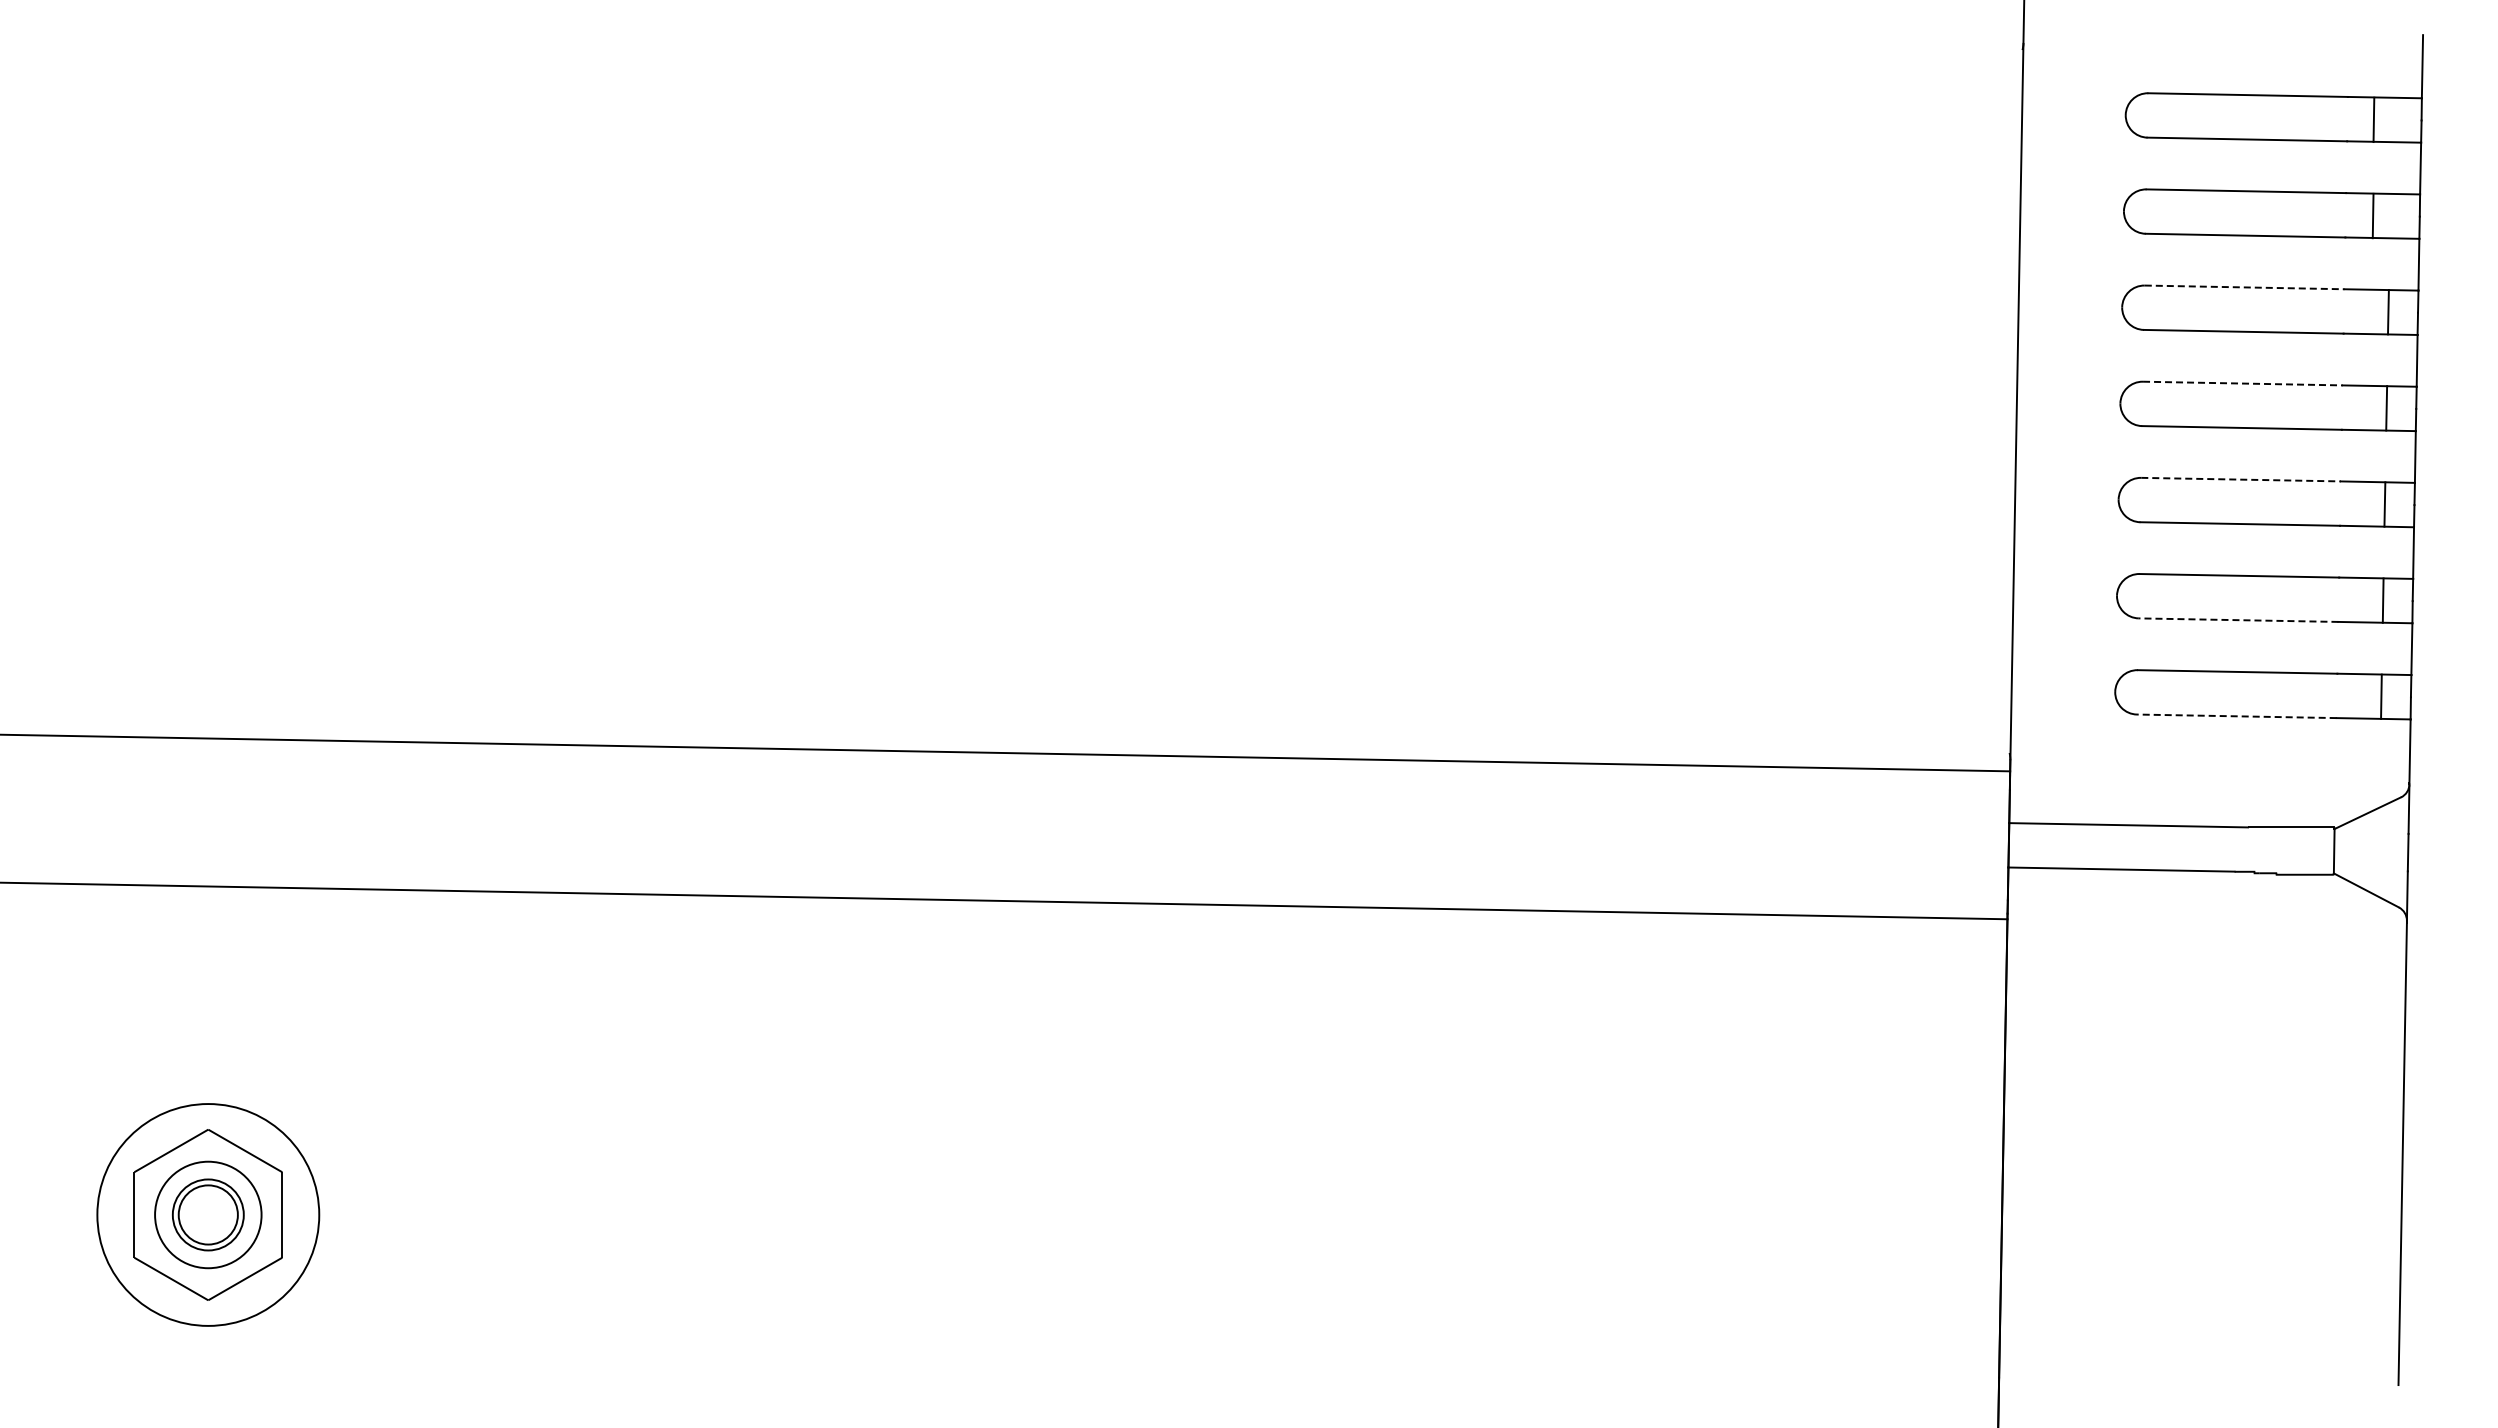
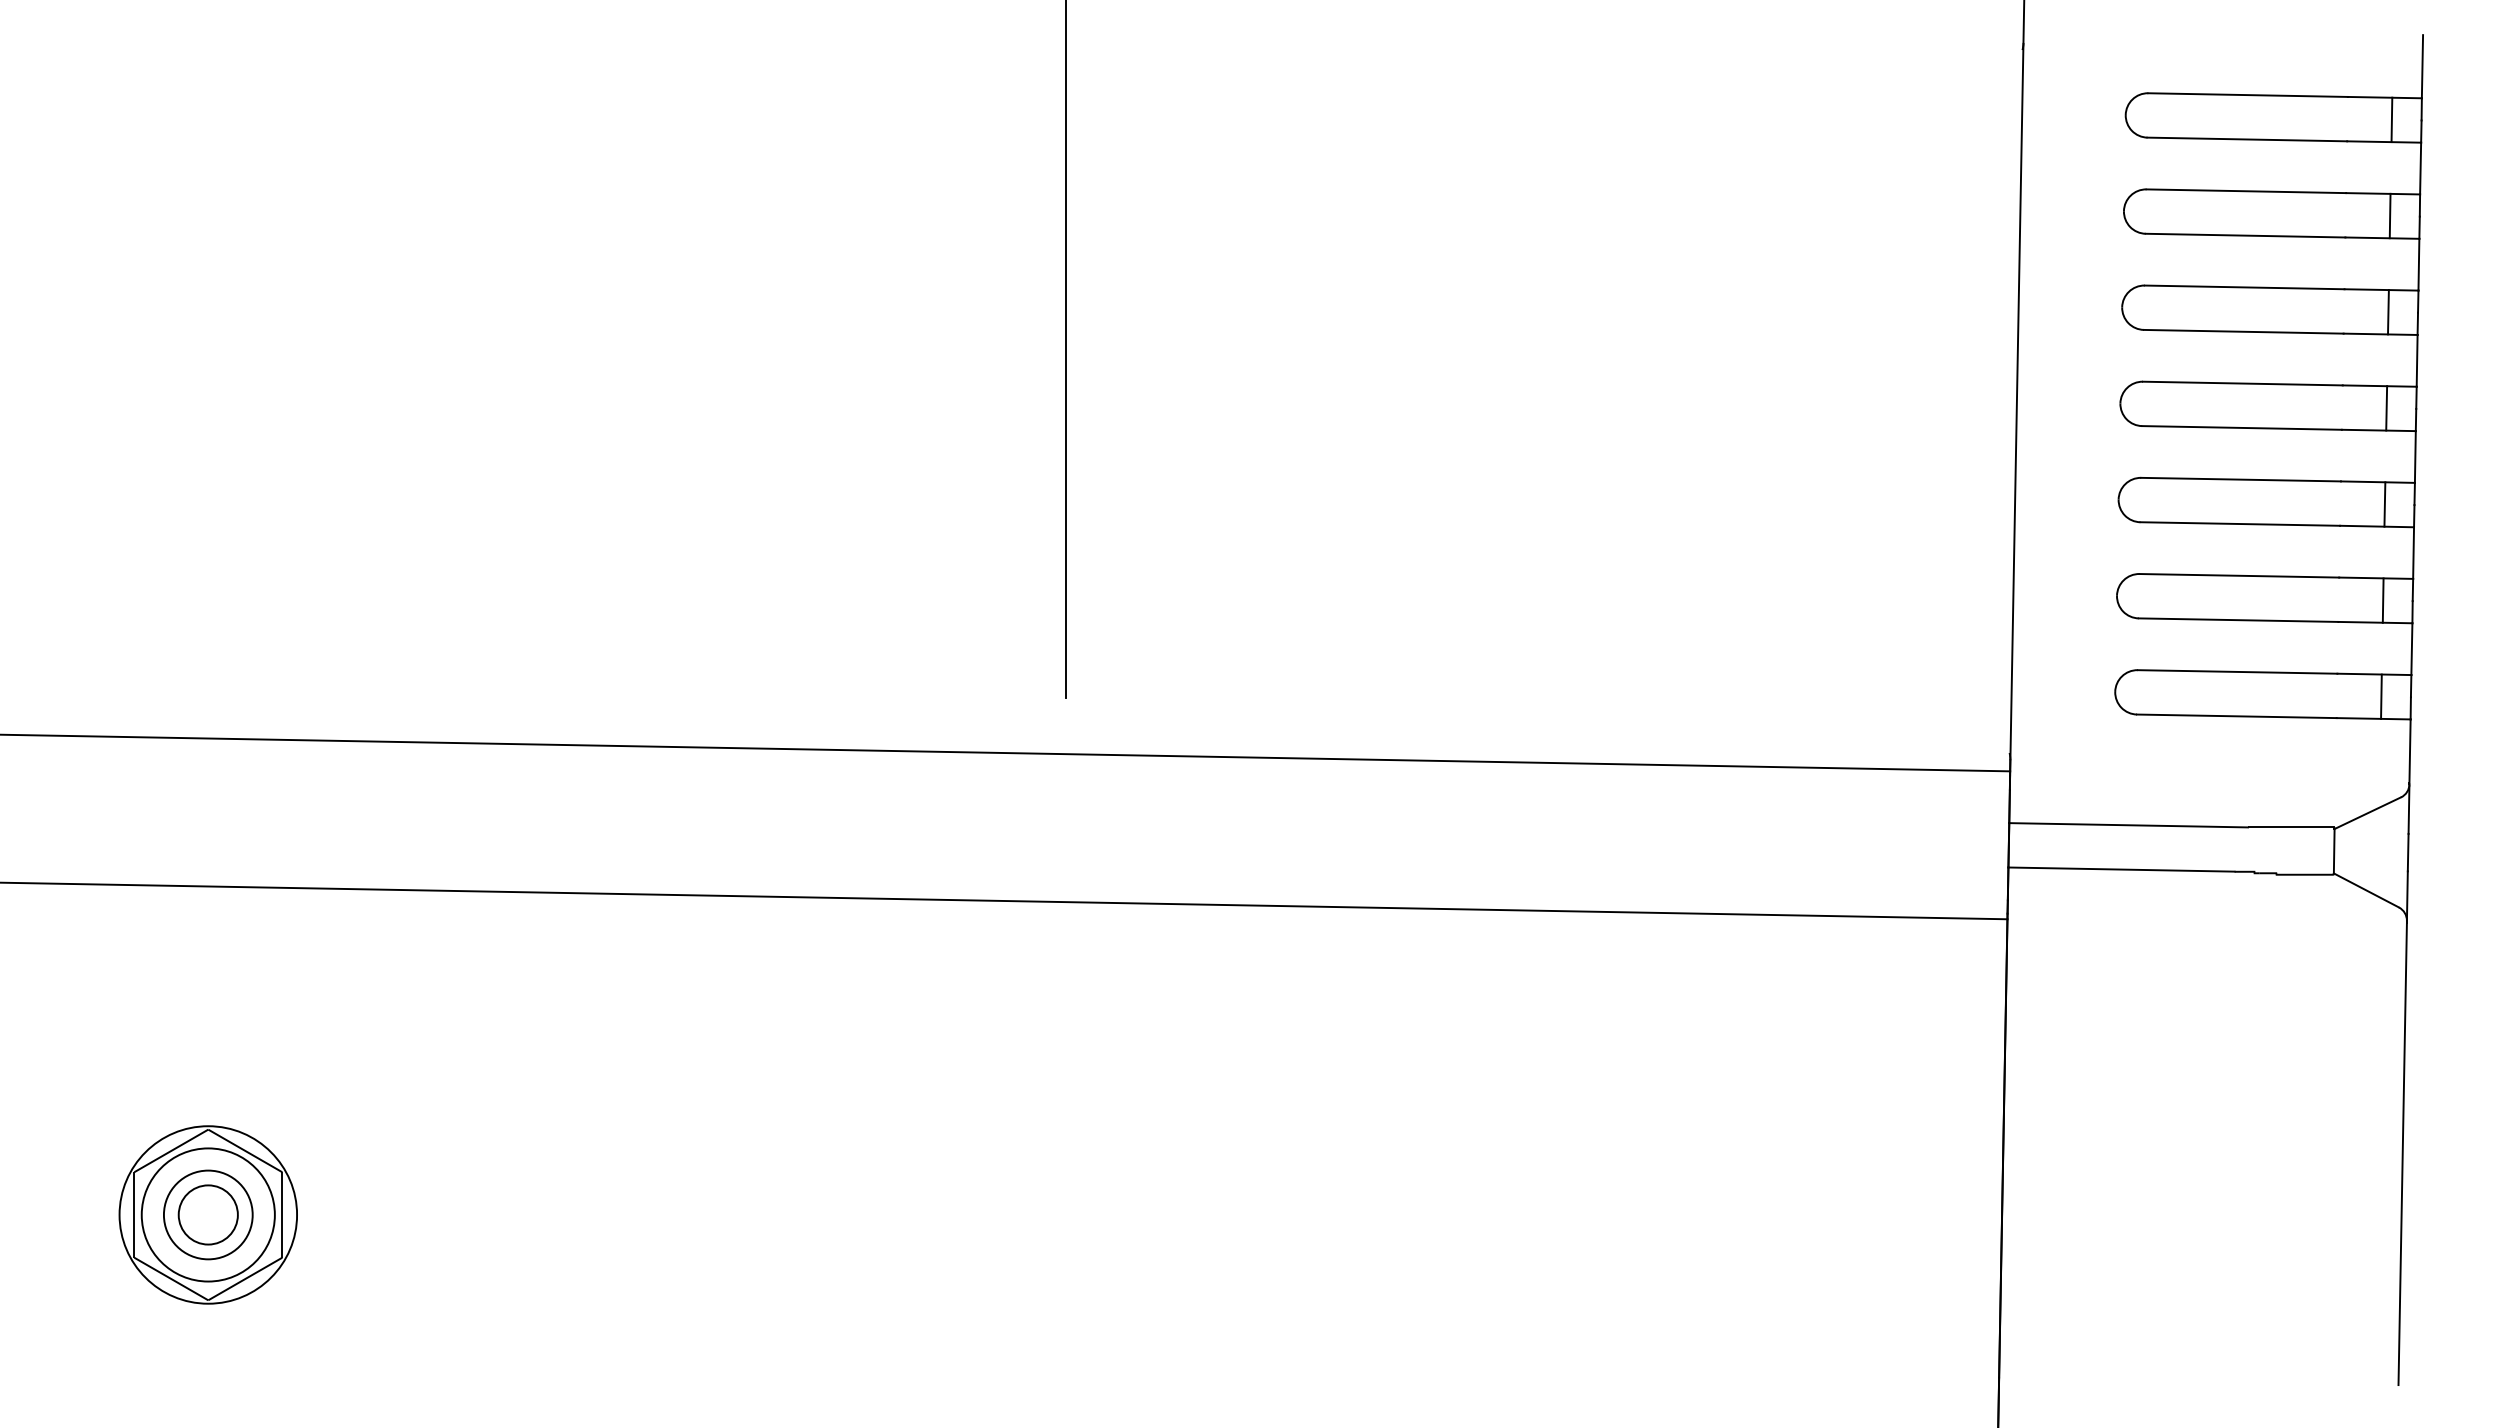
line at (2373, 119) position: (2373, 119) -> (2391, 119)
line at (2372, 215) position: (2372, 215) -> (2389, 215)
line at (2244, 287): dashed -> solid
line at (1066, 349): none -> present
line at (2242, 383): dashed -> solid
line at (2241, 479): dashed -> solid
line at (2238, 620): dashed -> solid
line at (2236, 716): dashed -> solid
circle at (207, 1214) diameter: 71 px -> 89 px
circle at (208, 1214) diameter: 107 px -> 133 px
circle at (208, 1214) diameter: 222 px -> 178 px
